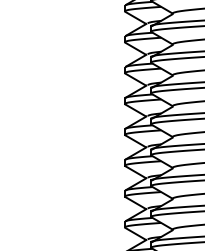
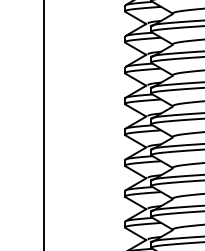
line at (44, 124): none -> present
